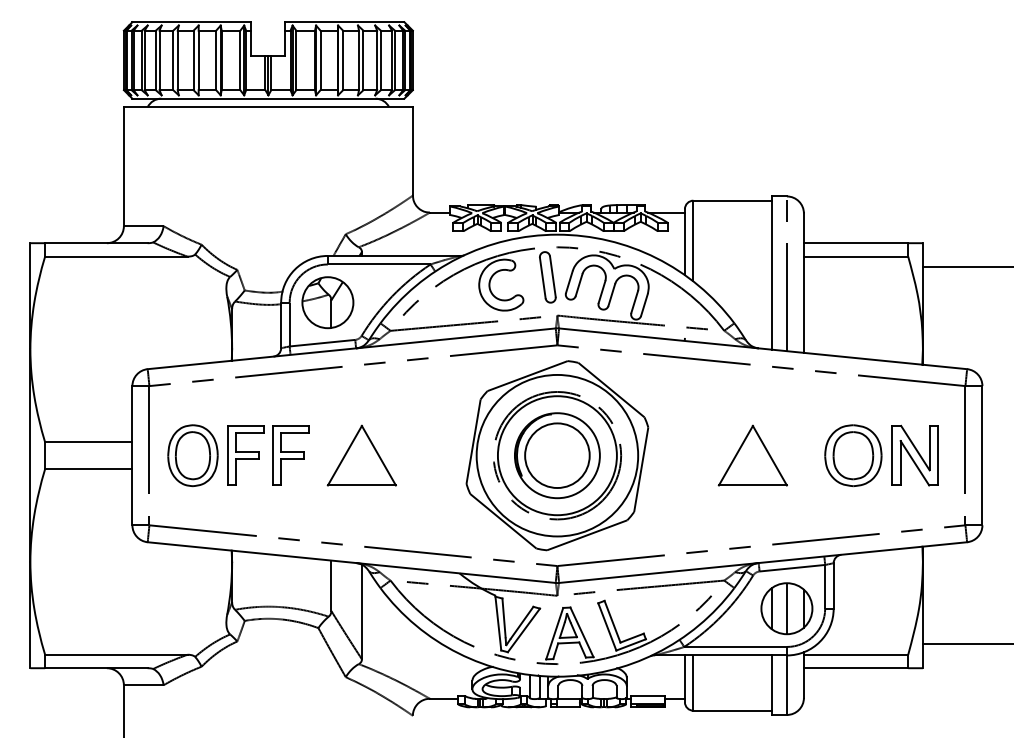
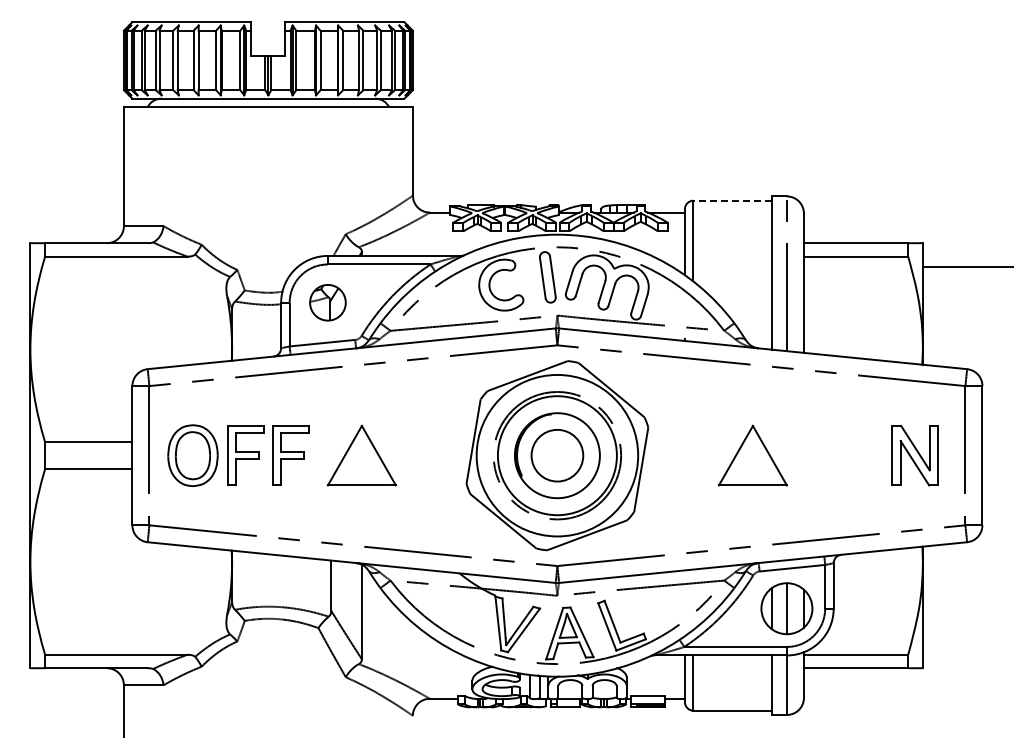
line at (732, 200): solid -> dashed
part at (327, 302) size: 54x54 px -> 38x38 px
circle at (557, 455) diameter: 65 px -> 52 px
part at (853, 455): present -> none
line at (966, 644): present -> none
